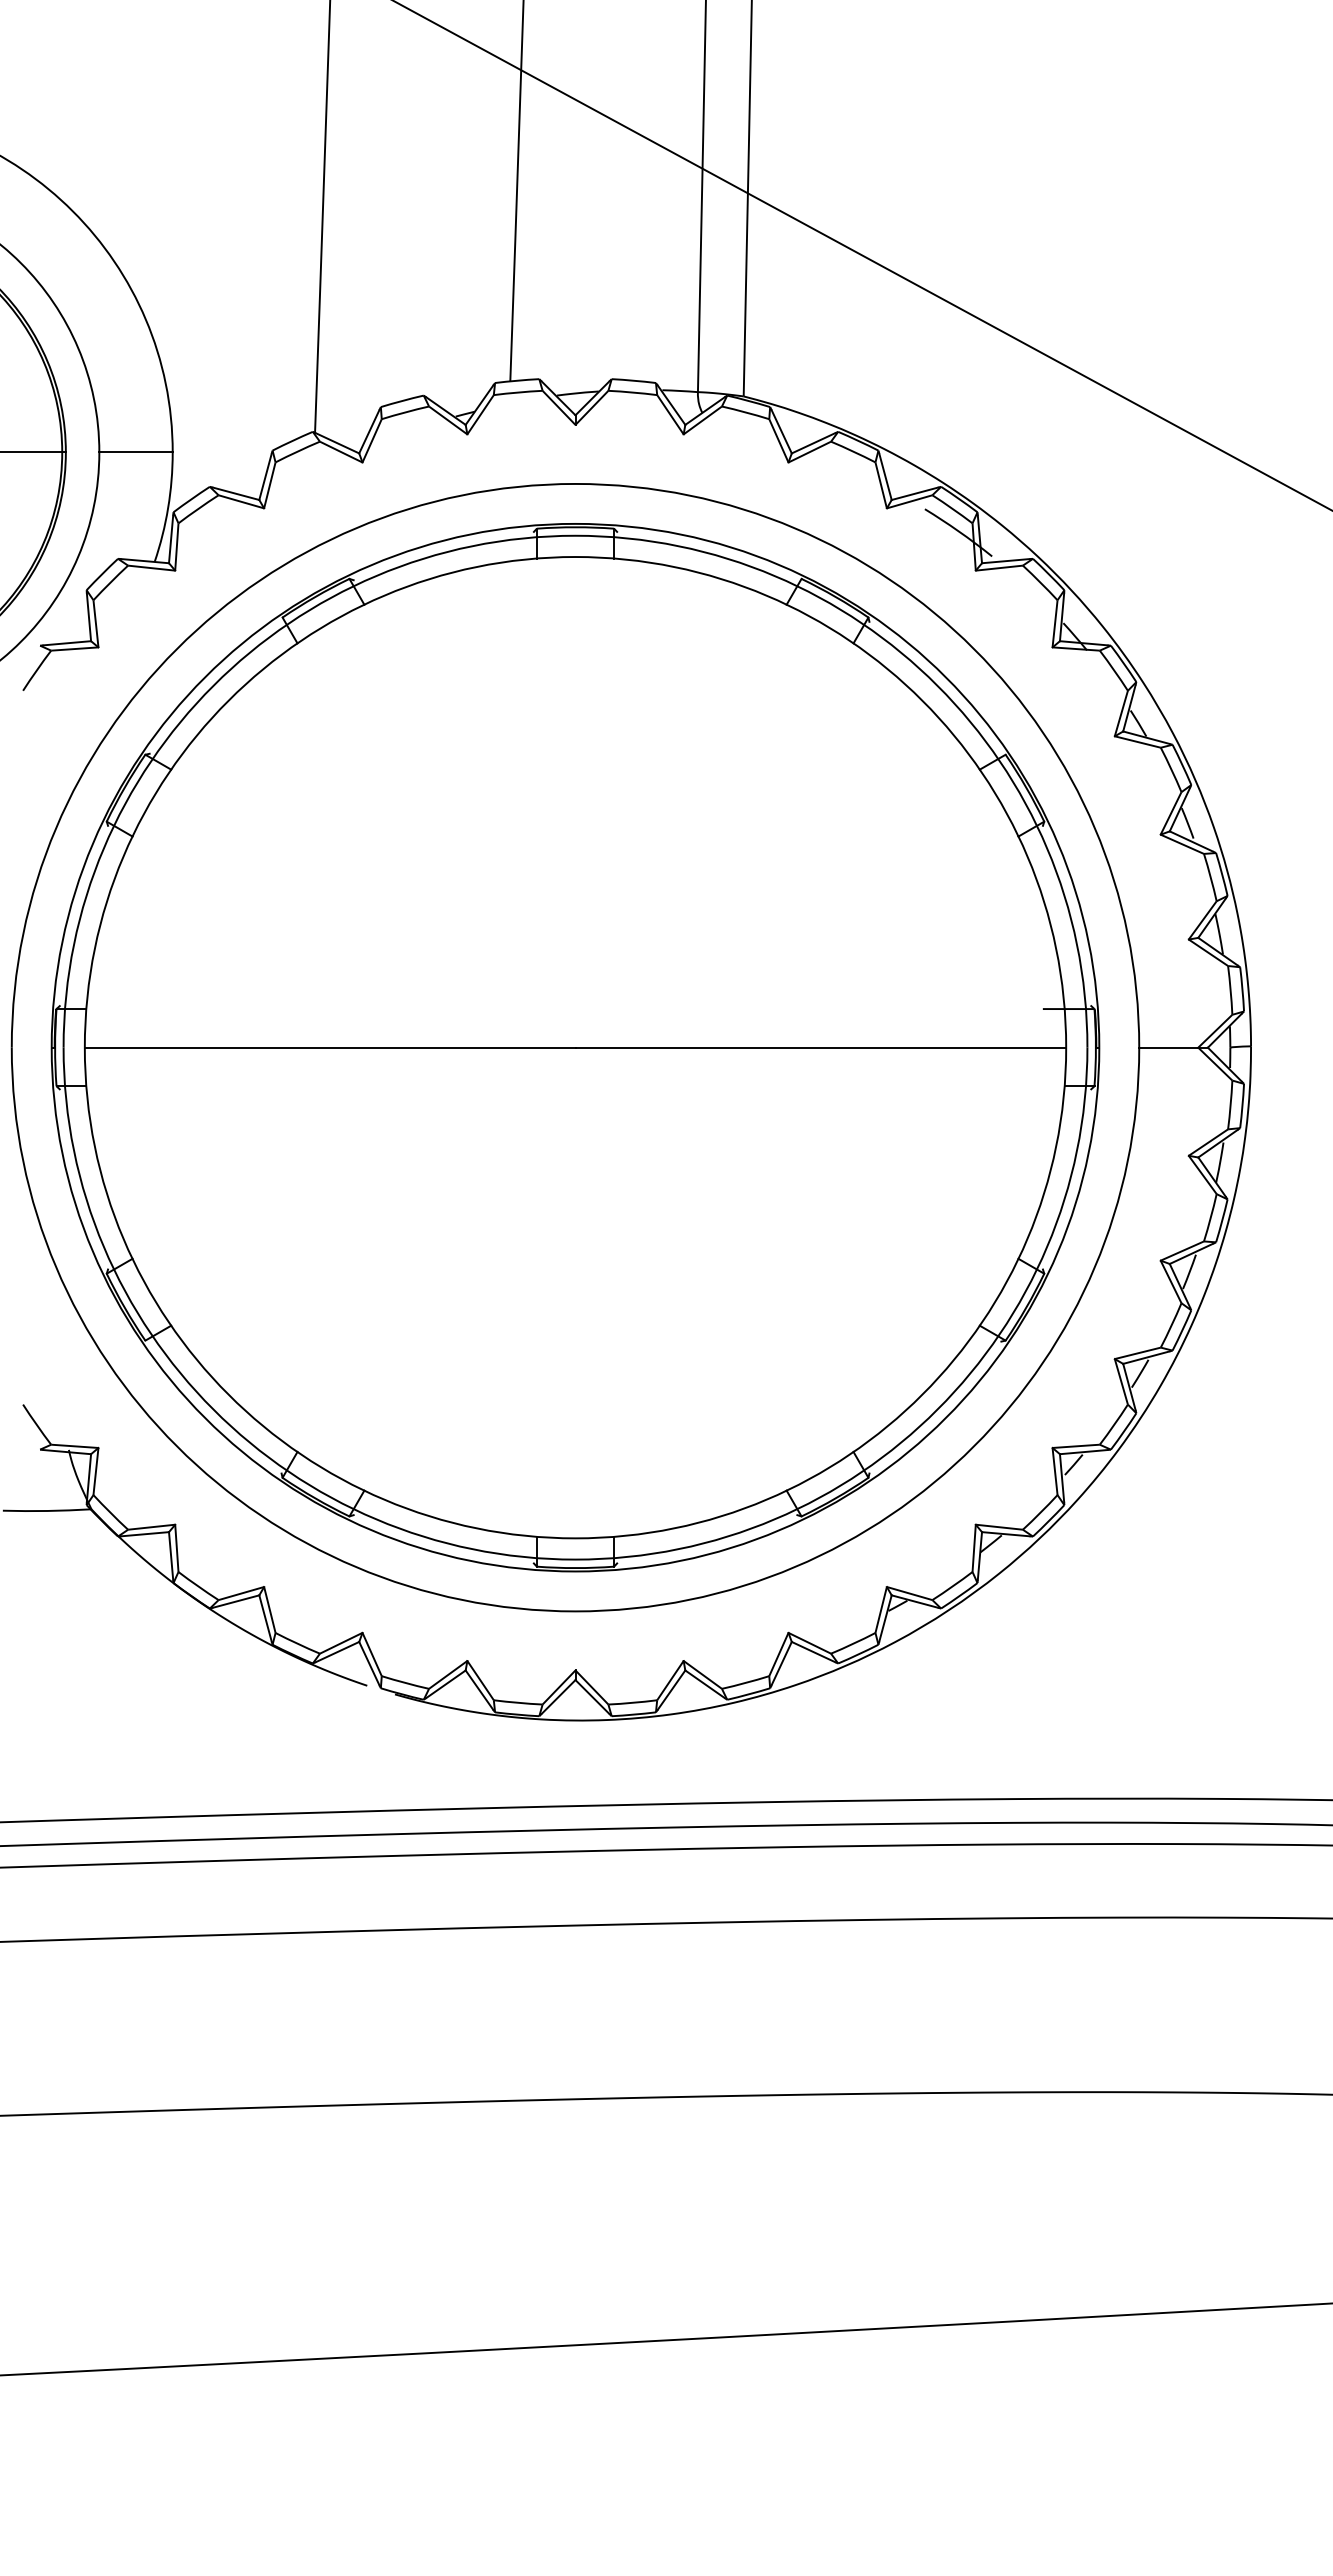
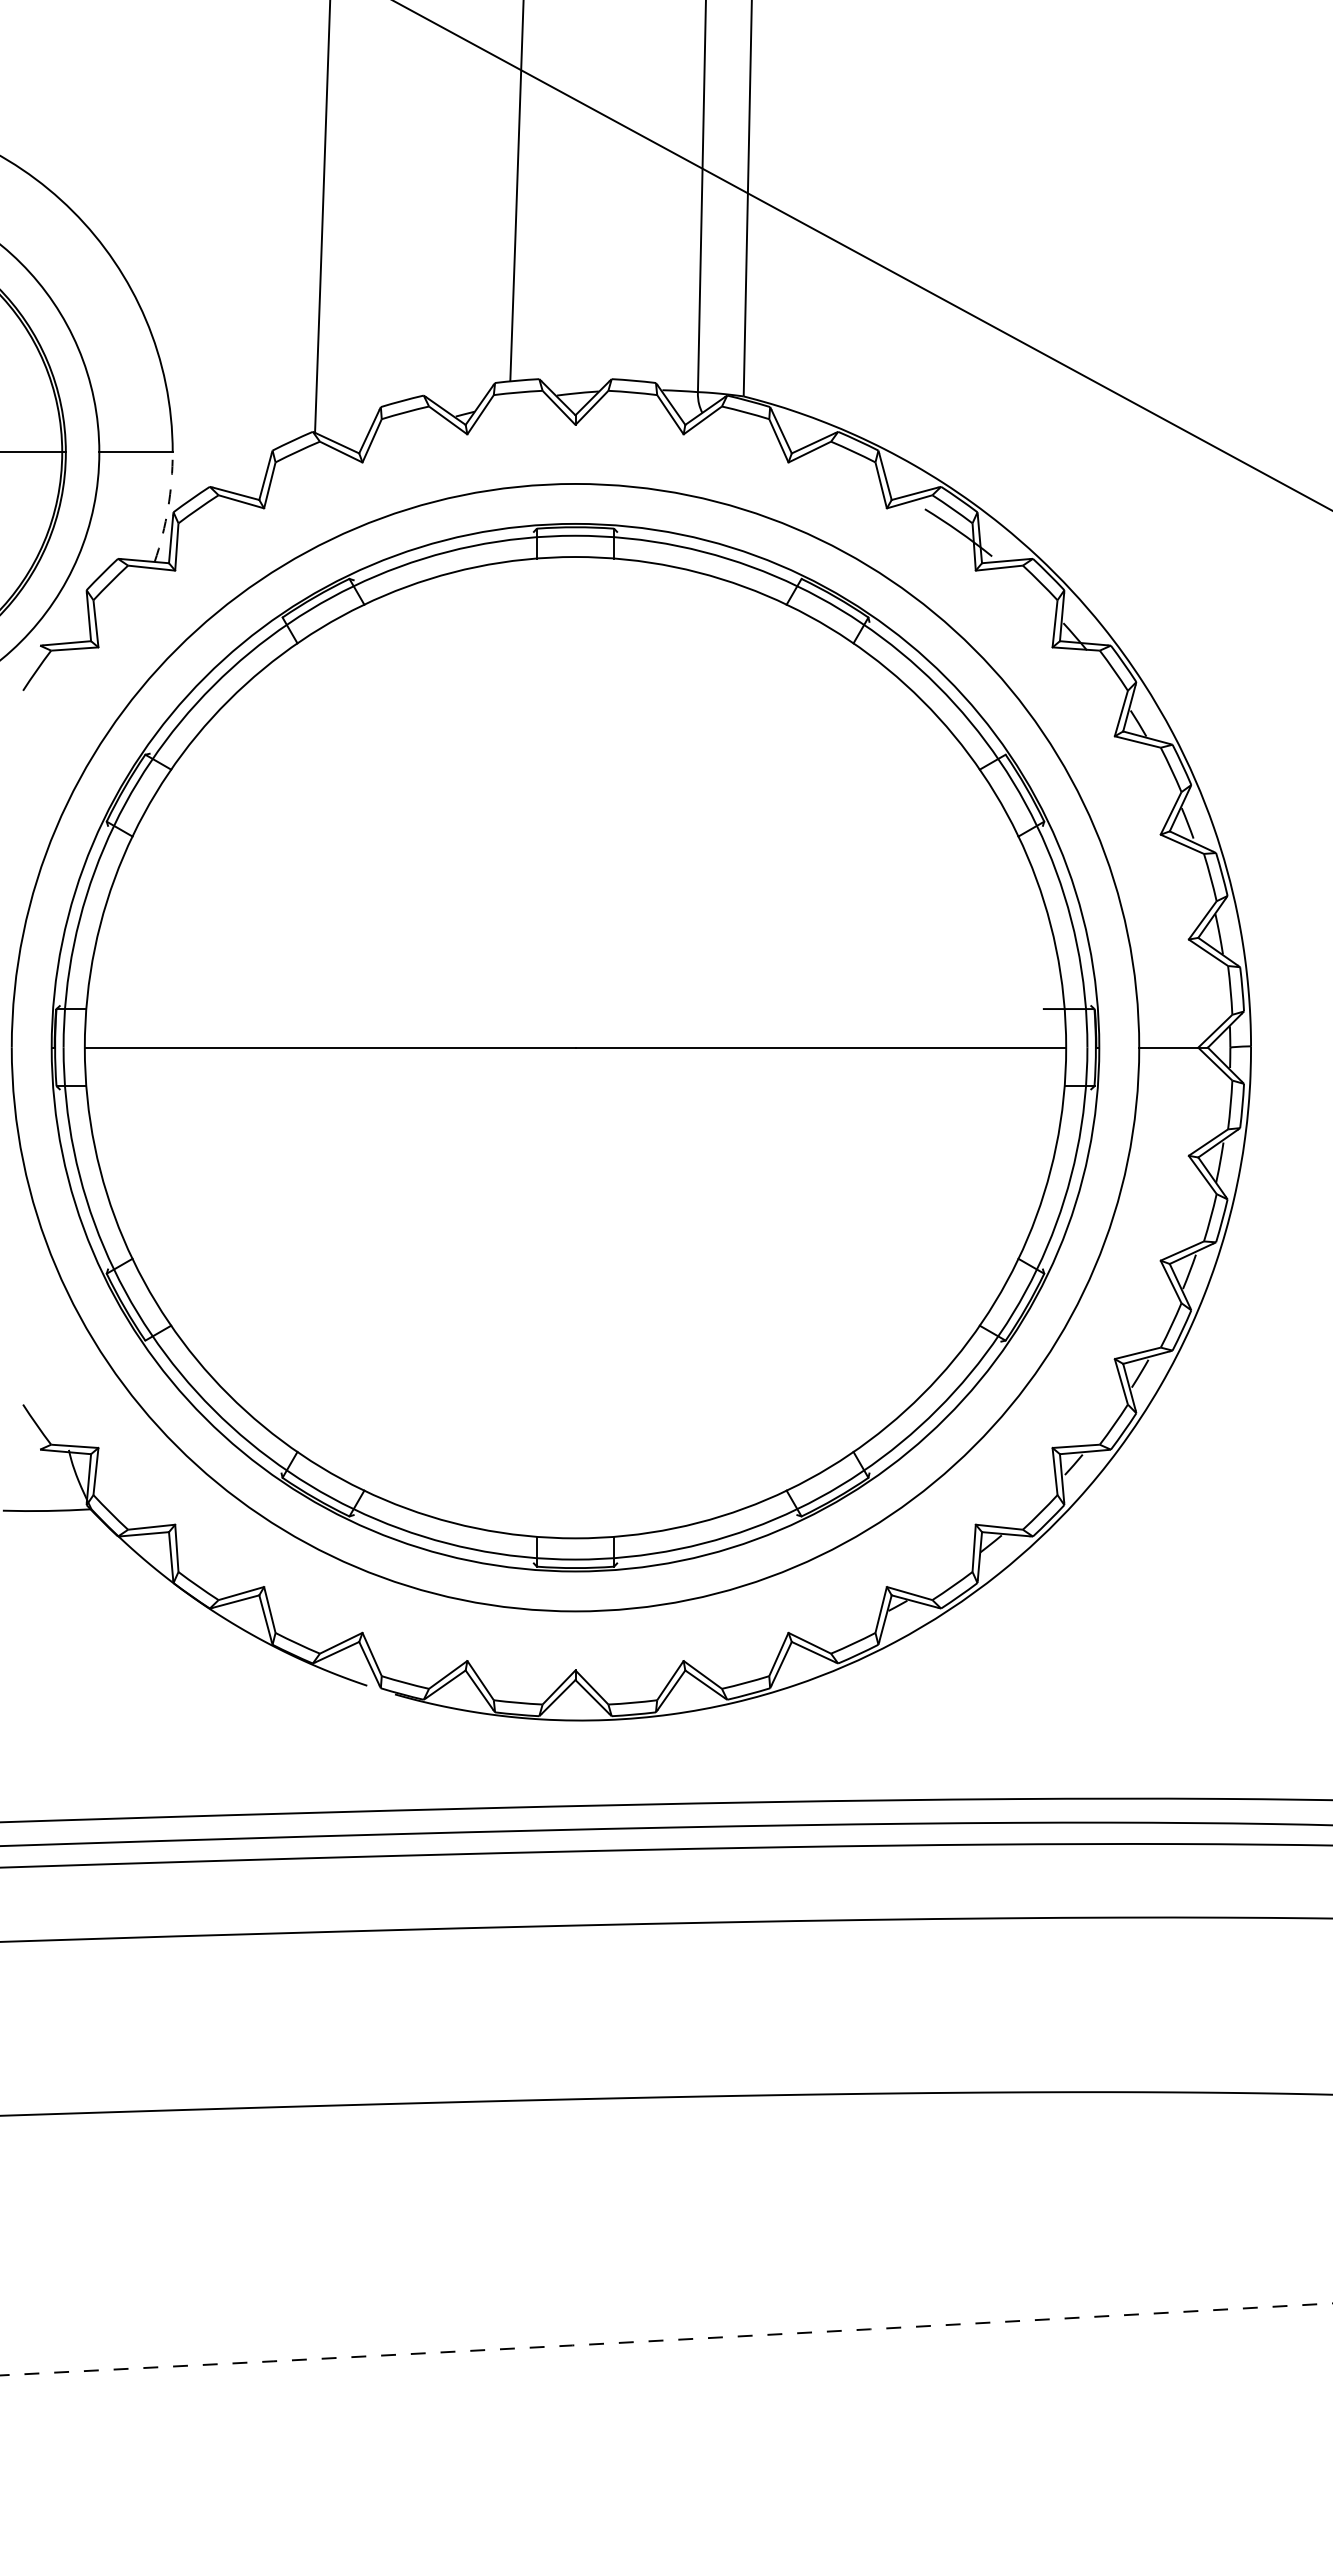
arc at (168, 507): solid -> dashed
arc at (667, 2340): solid -> dashed
